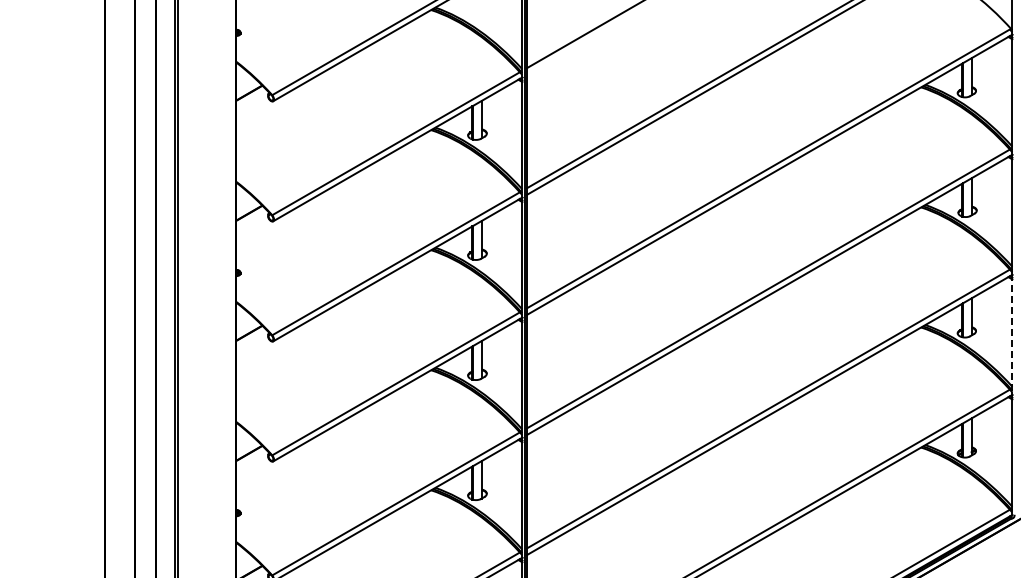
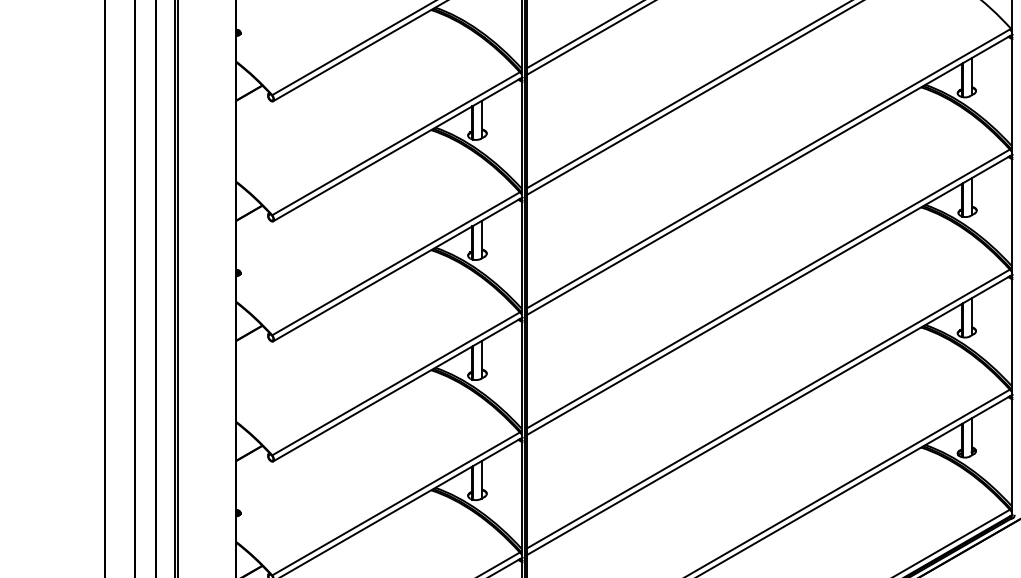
line at (589, 38): none -> present
line at (1012, 335): dashed -> solid
